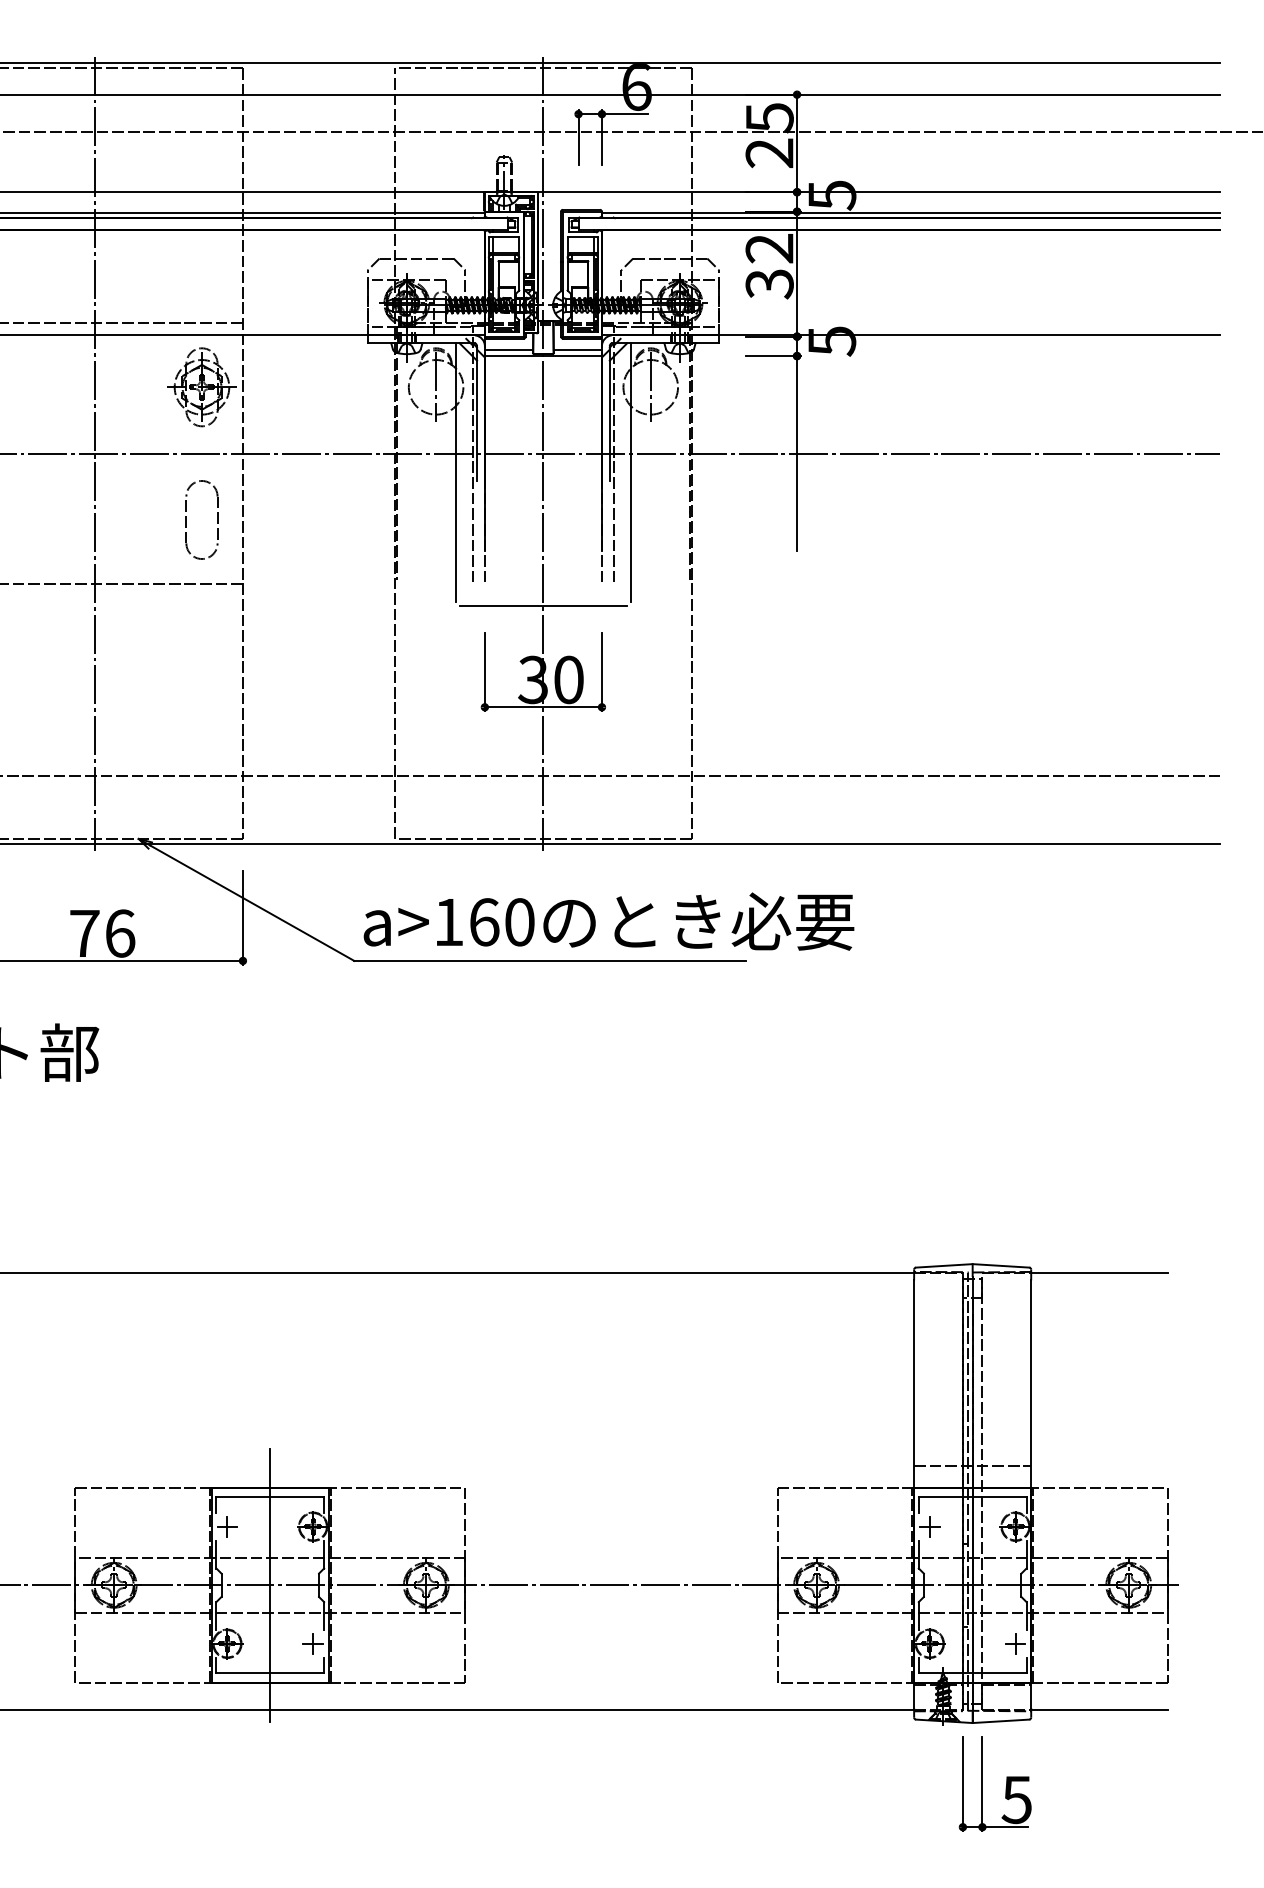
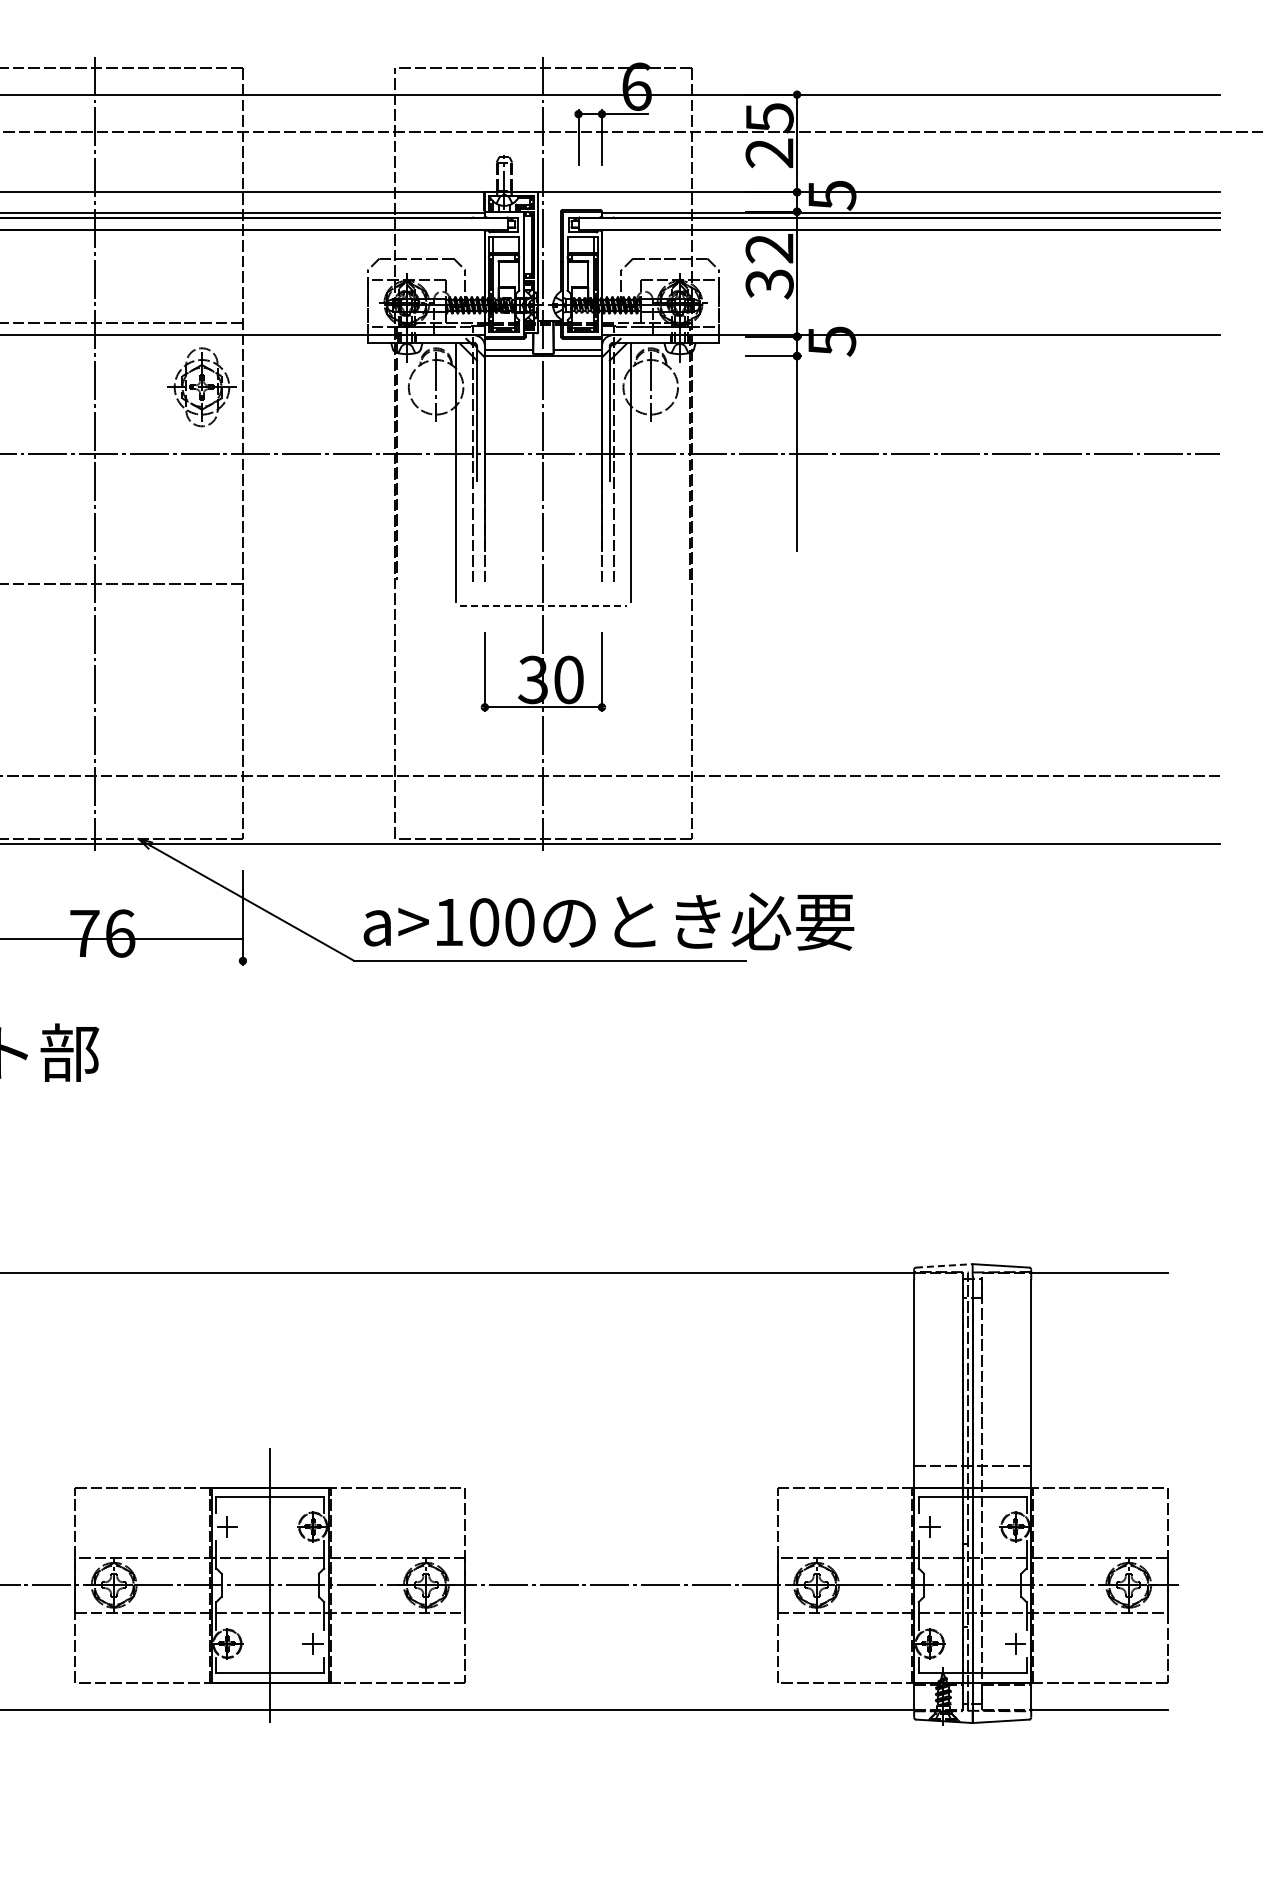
line at (611, 63): present -> none
part at (186, 519): present -> none
line at (543, 605): solid -> dashed
text at (484, 922): a>160 -> a>100
line at (122, 960) position: (122, 960) -> (122, 938)
line at (944, 1265): solid -> dashed
part at (1005, 1787): present -> none
